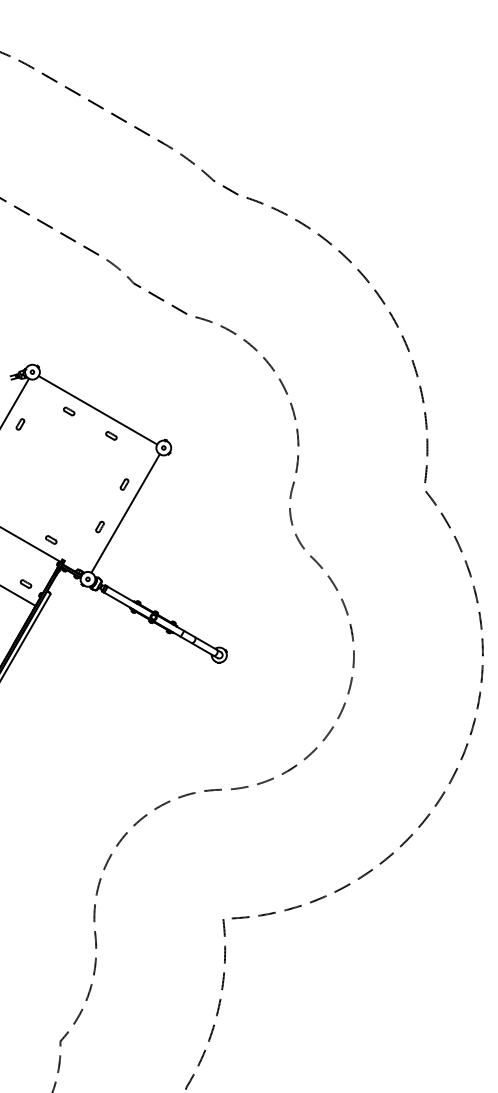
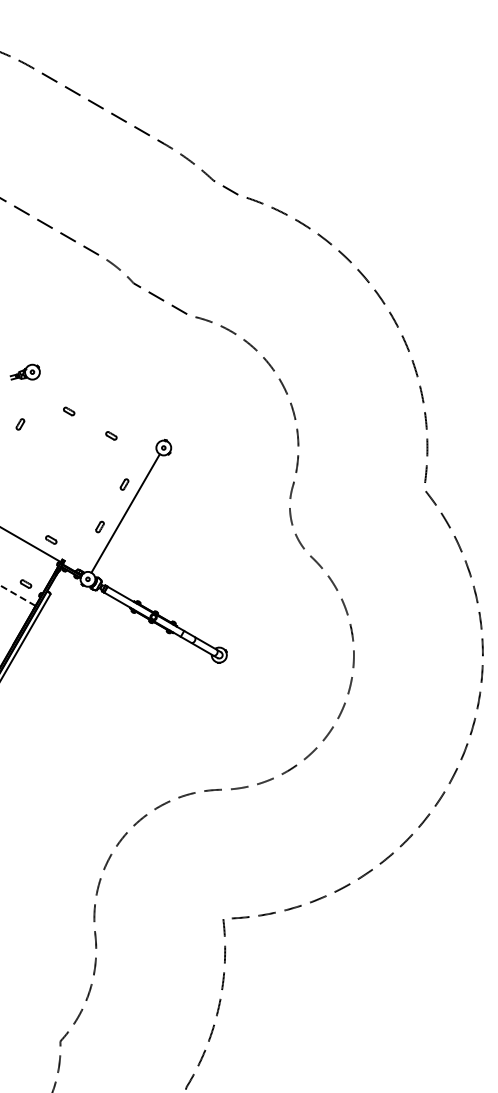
line at (15, 401): present -> none
line at (97, 410): present -> none
line at (17, 595): solid -> dashed
